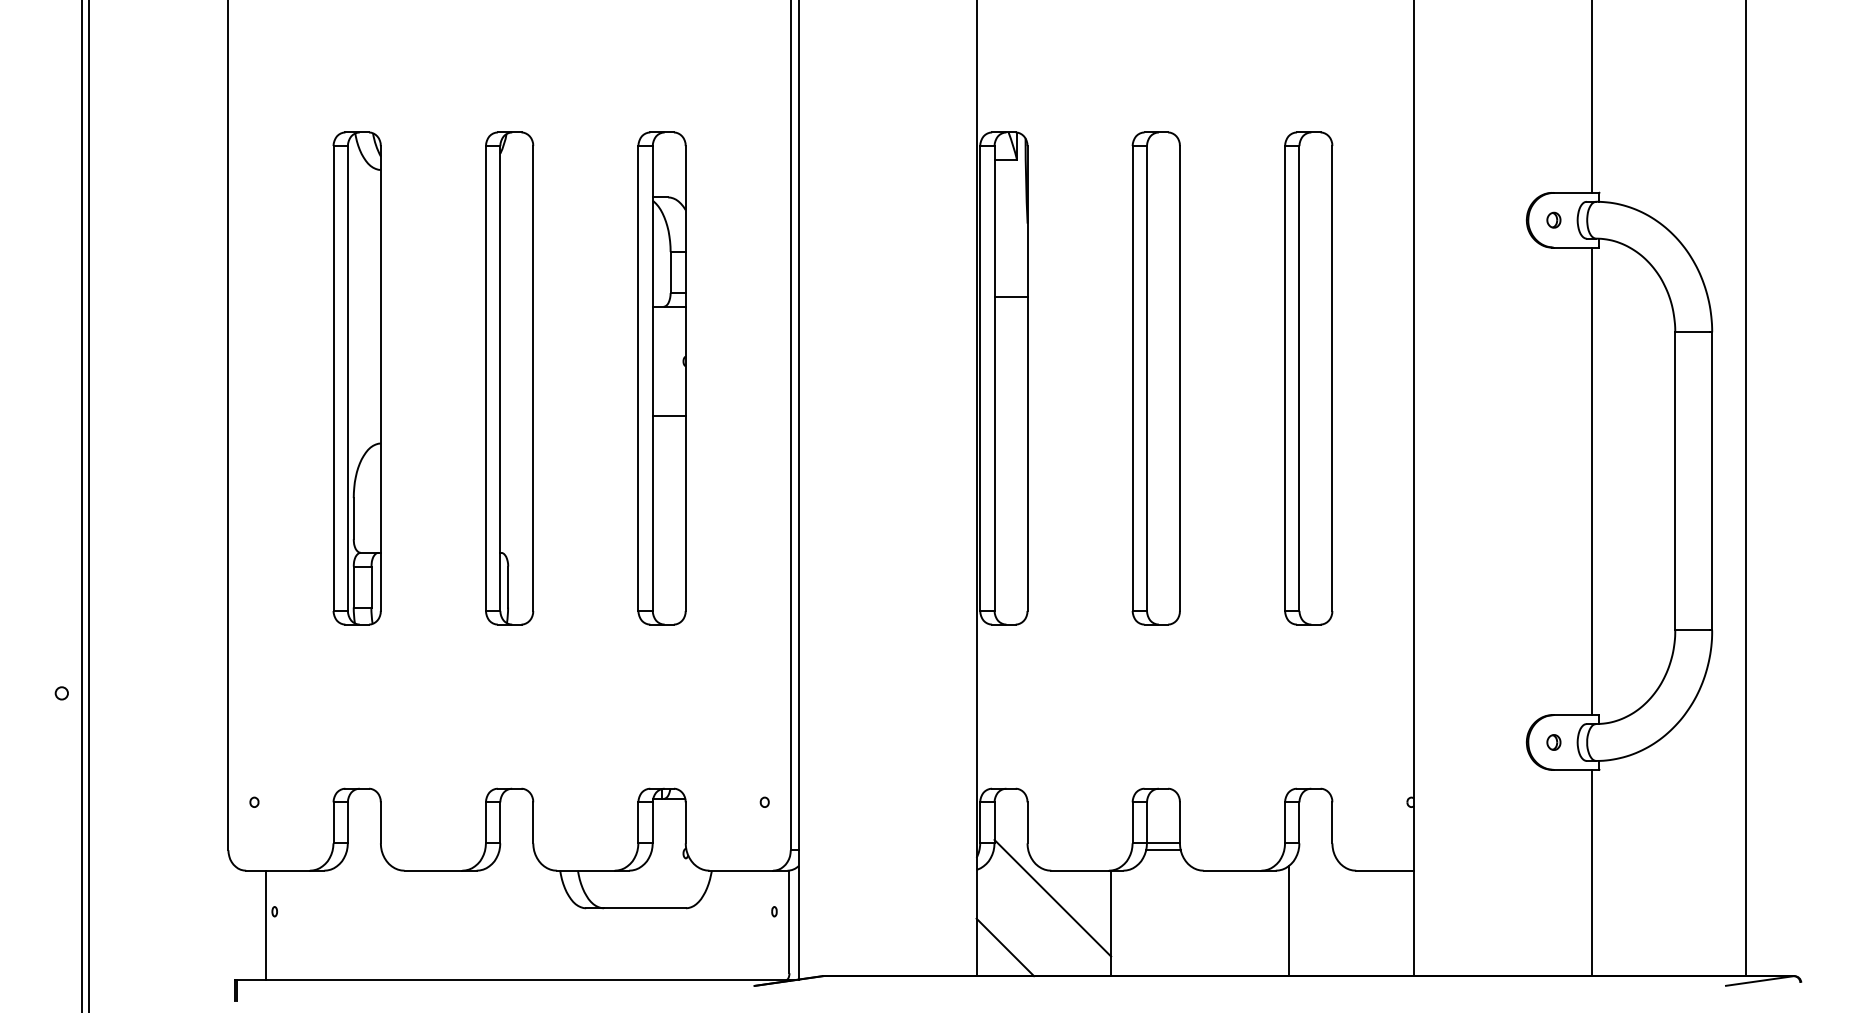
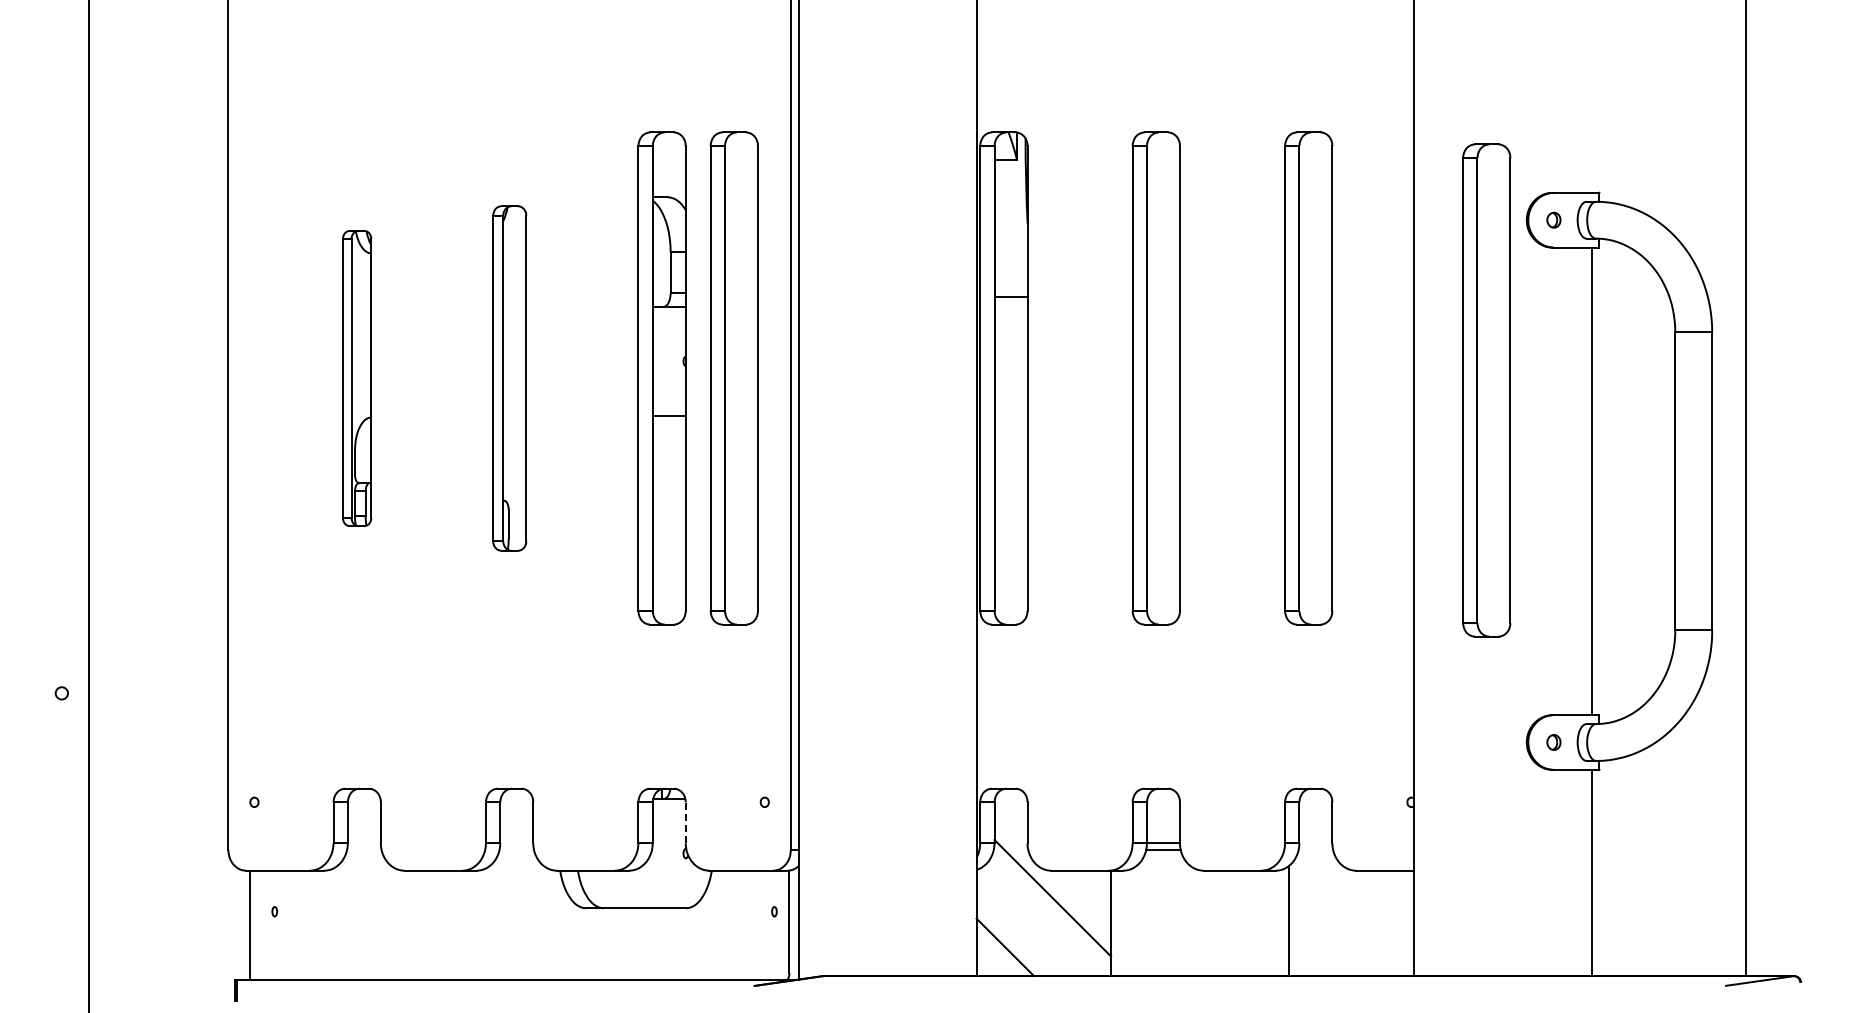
line at (1591, 97): present -> none
part at (356, 378) size: 50x495 px -> 31x297 px
part at (509, 378) size: 50x495 px -> 36x347 px
part at (733, 378): none -> present
part at (1486, 390): none -> present
line at (82, 505): present -> none
line at (685, 822): solid -> dashed
line at (266, 925) position: (266, 925) -> (250, 925)
